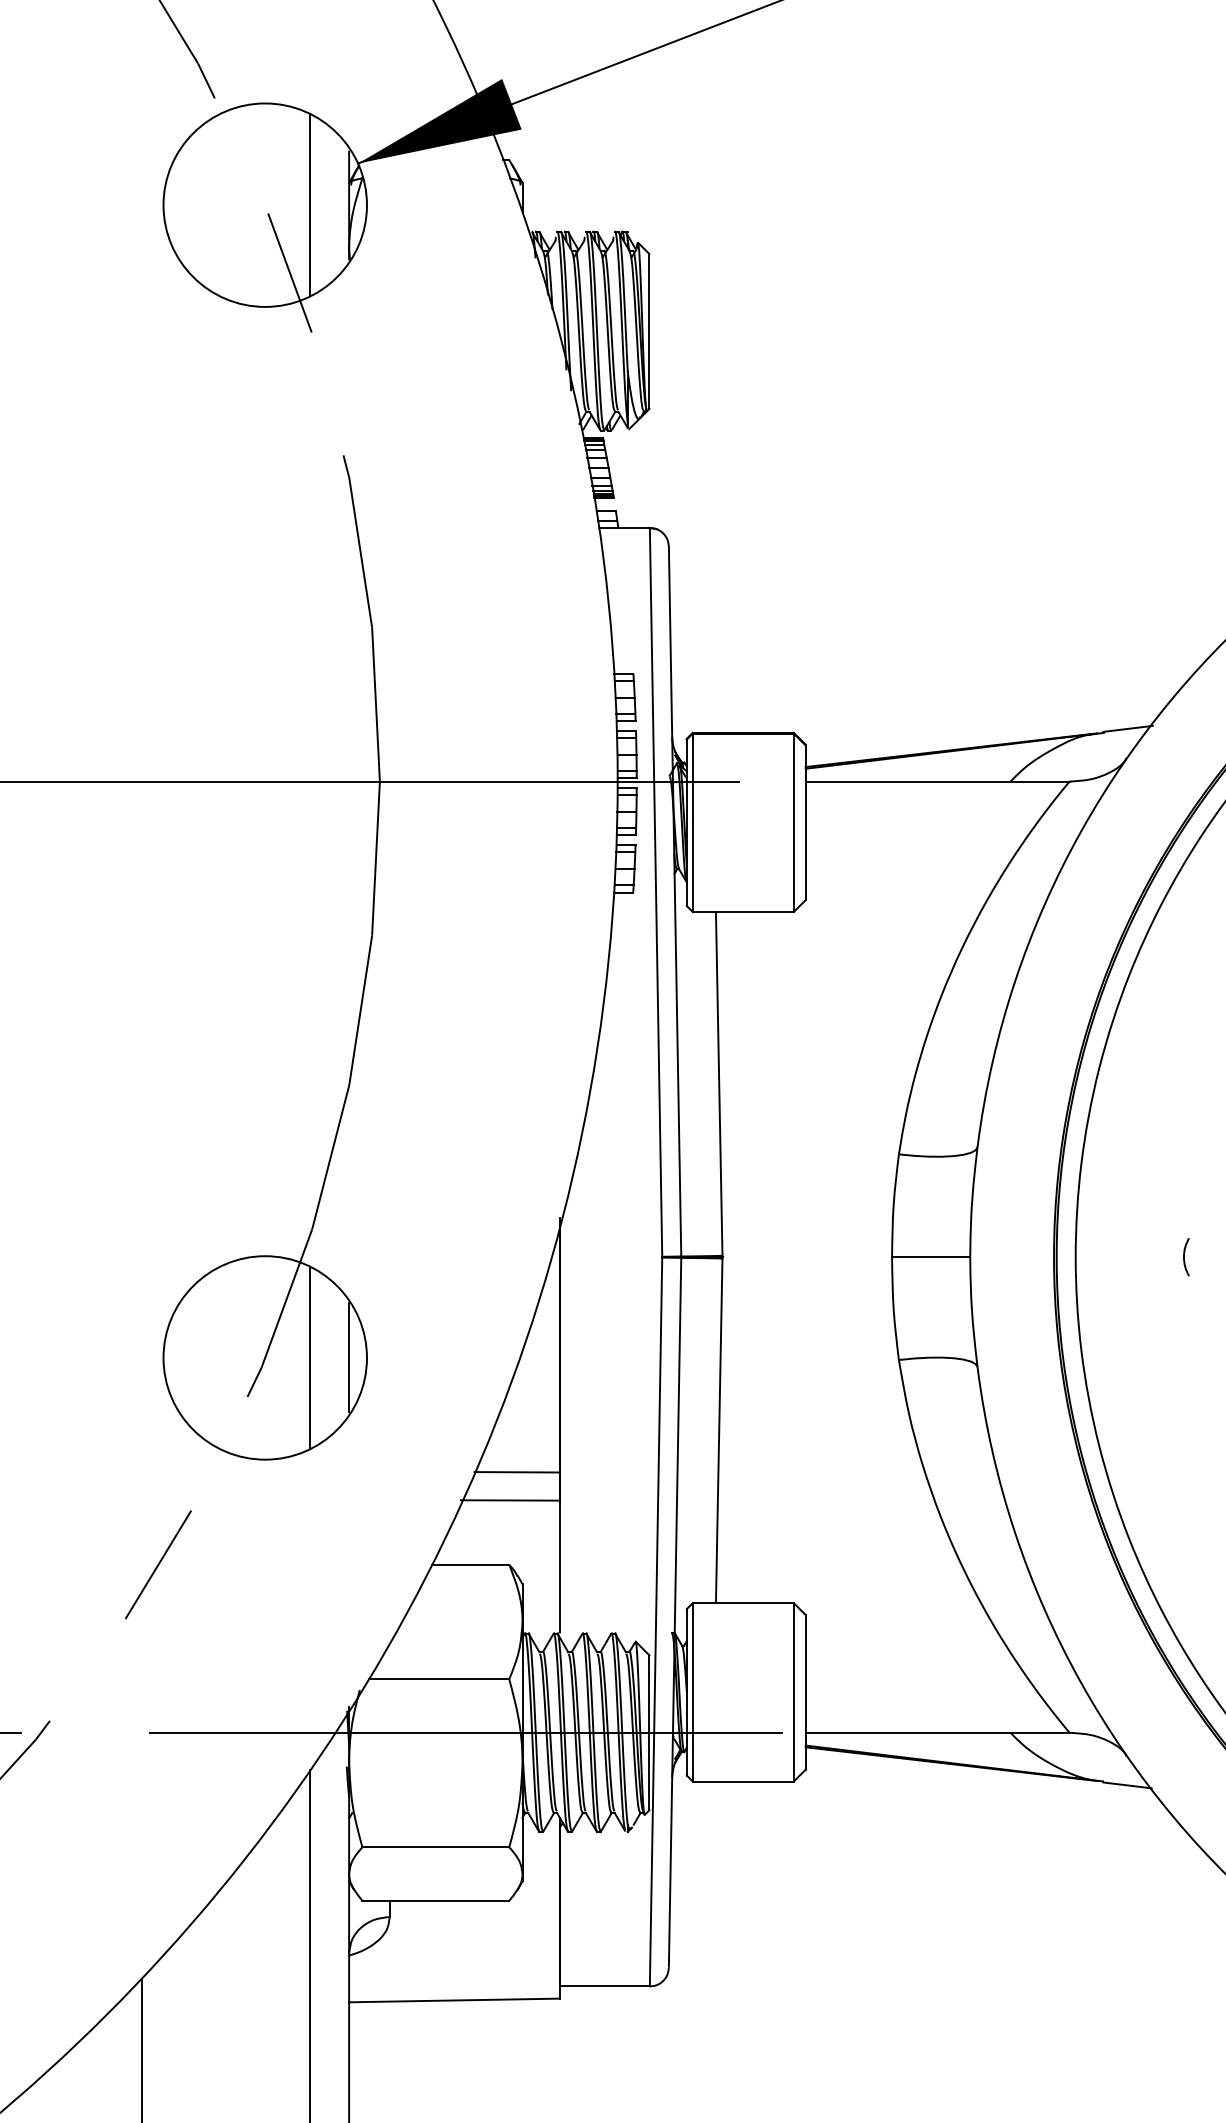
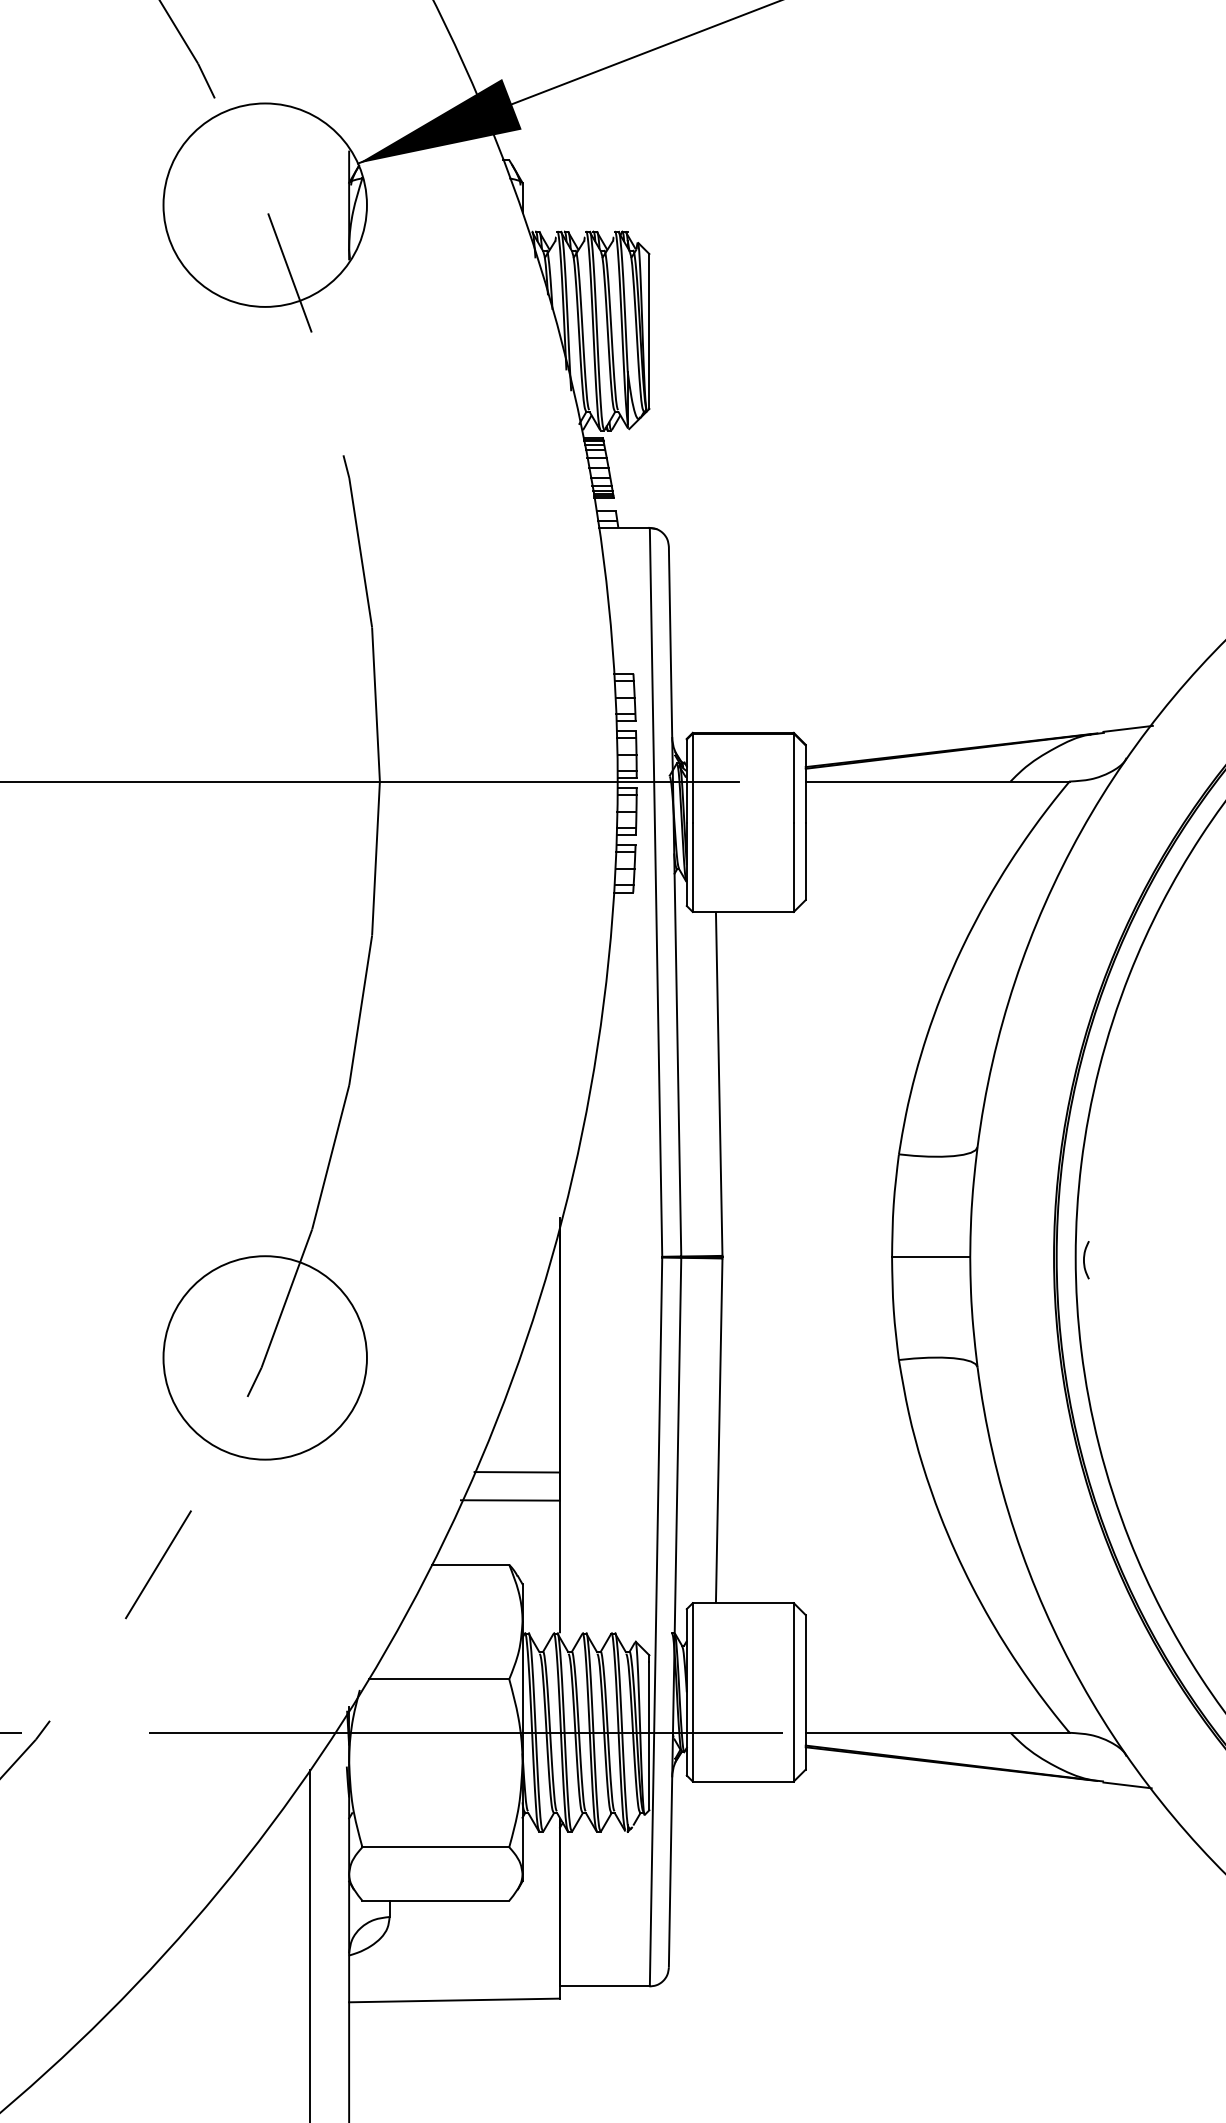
line at (310, 205): present -> none
curve at (1184, 1257) position: (1184, 1257) -> (1084, 1260)
line at (310, 1357): present -> none
line at (349, 1357): present -> none
line at (142, 2048): present -> none
